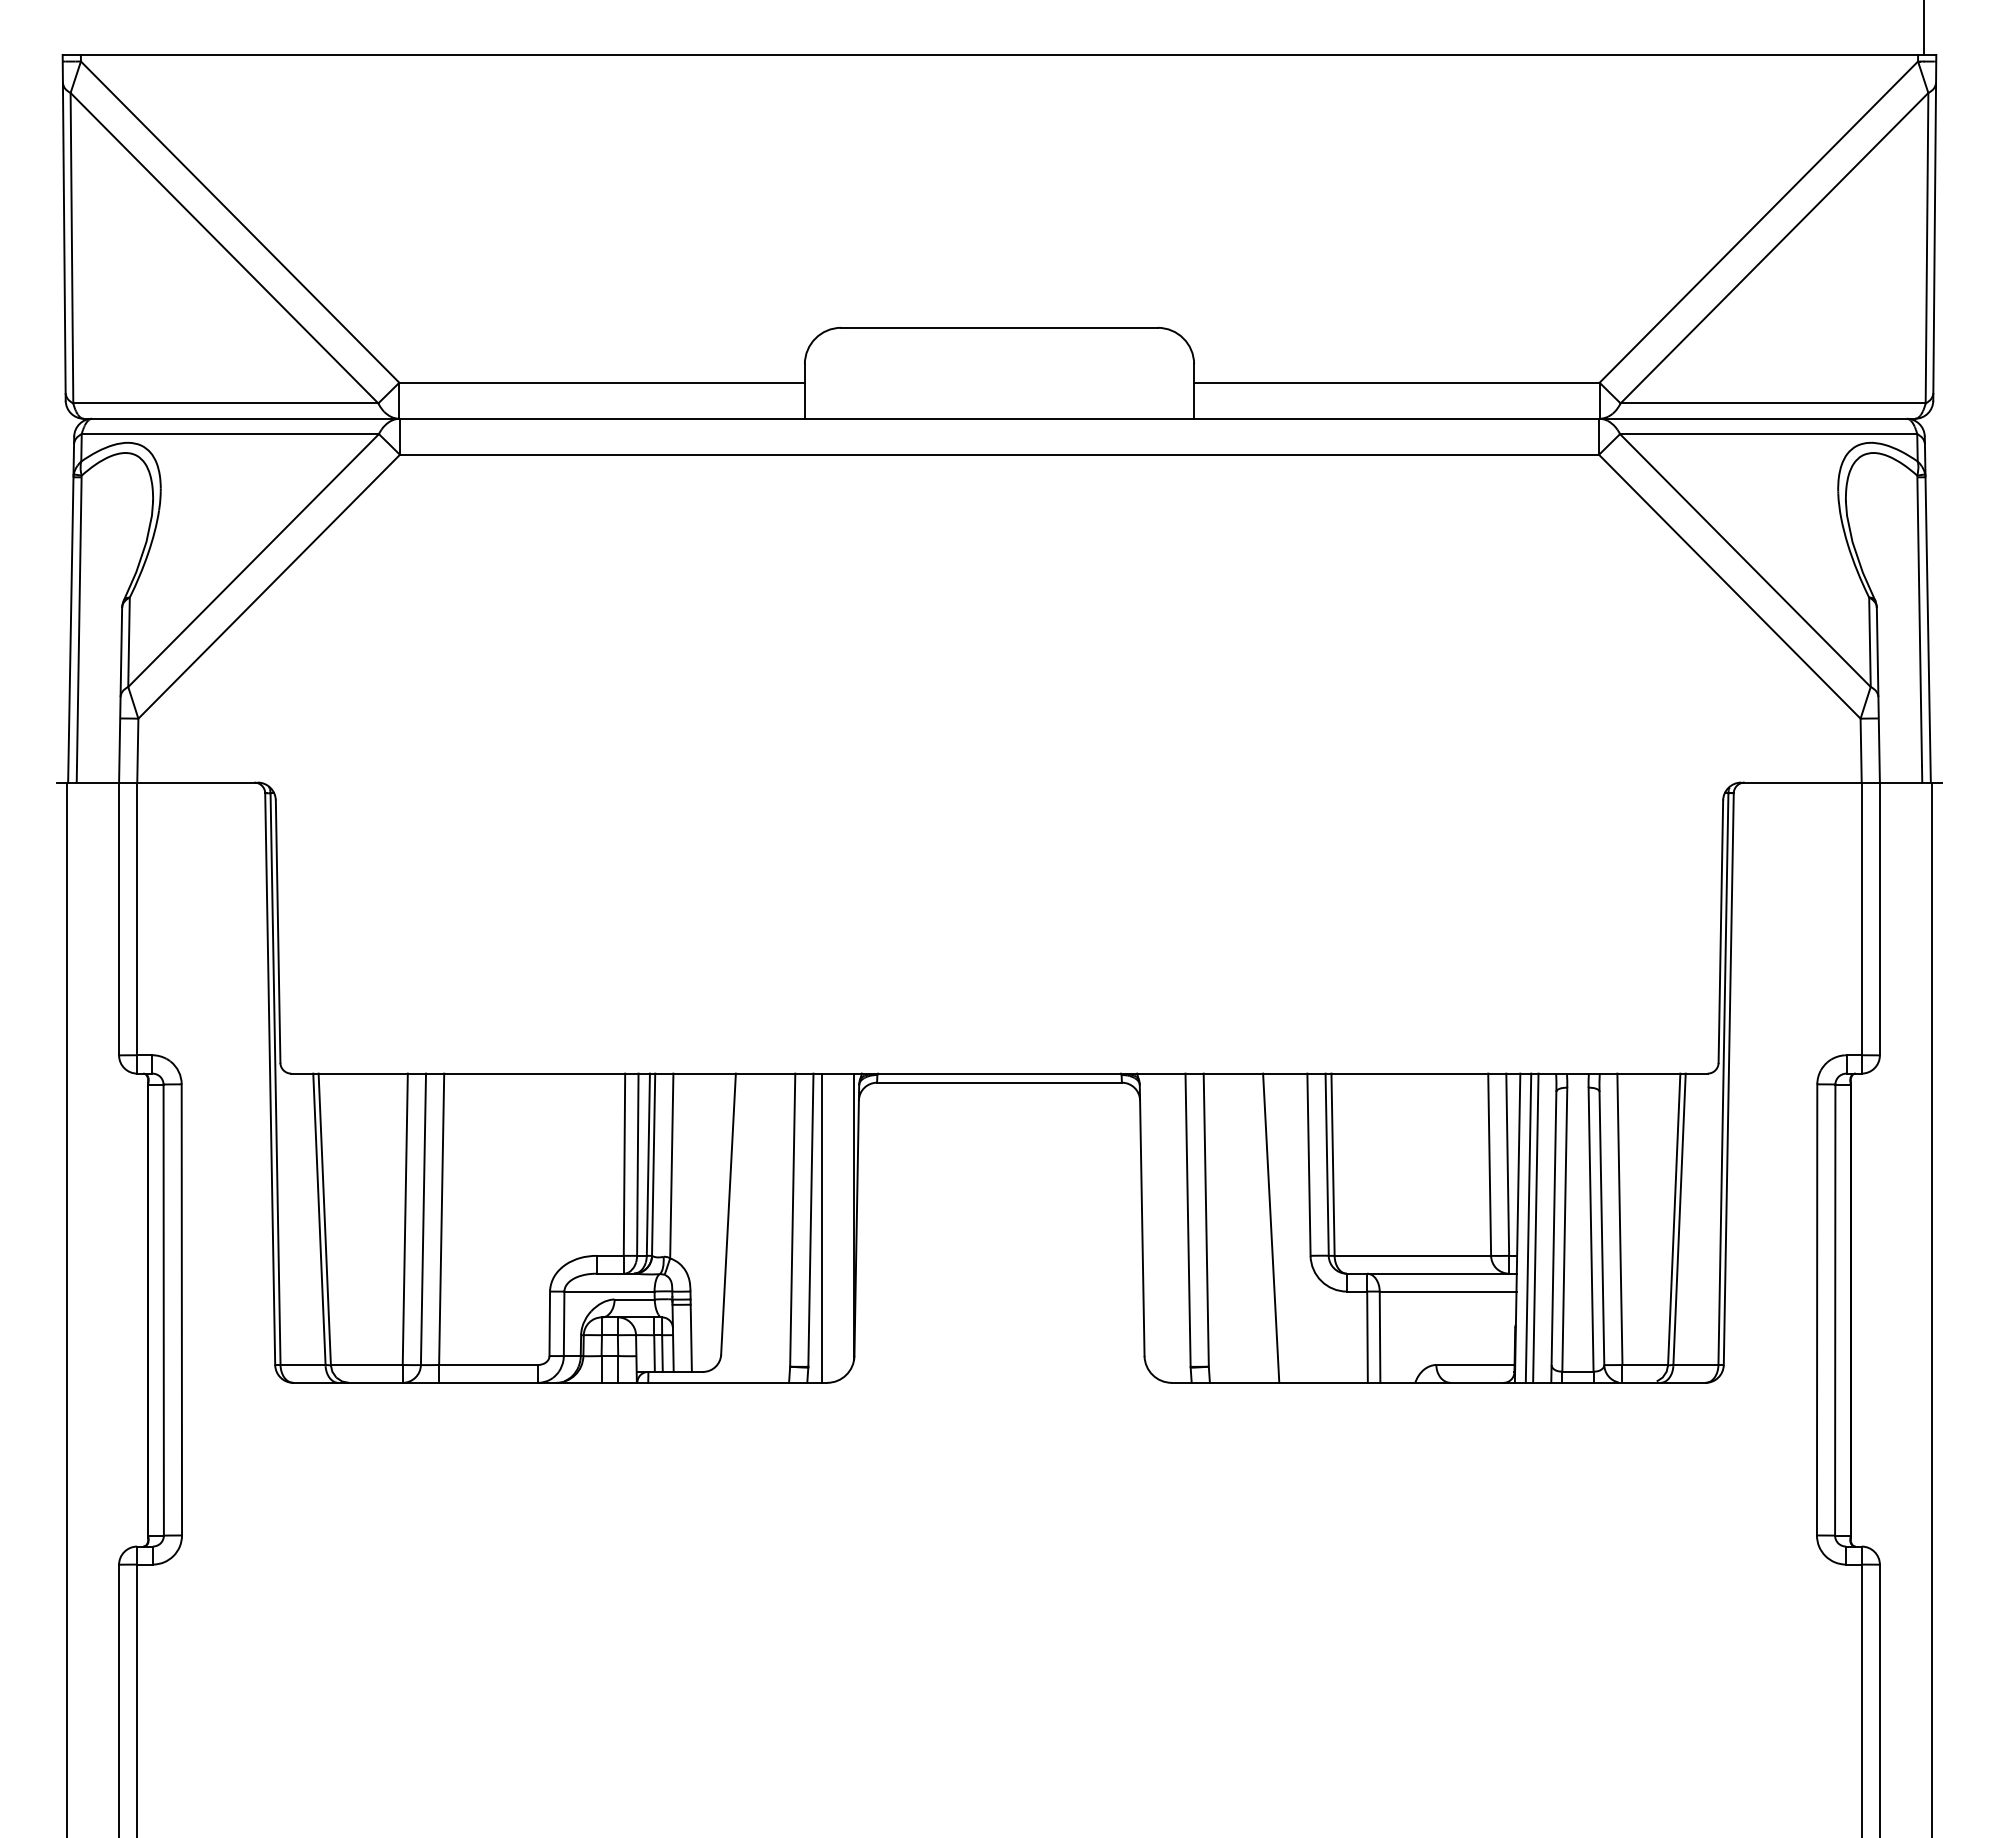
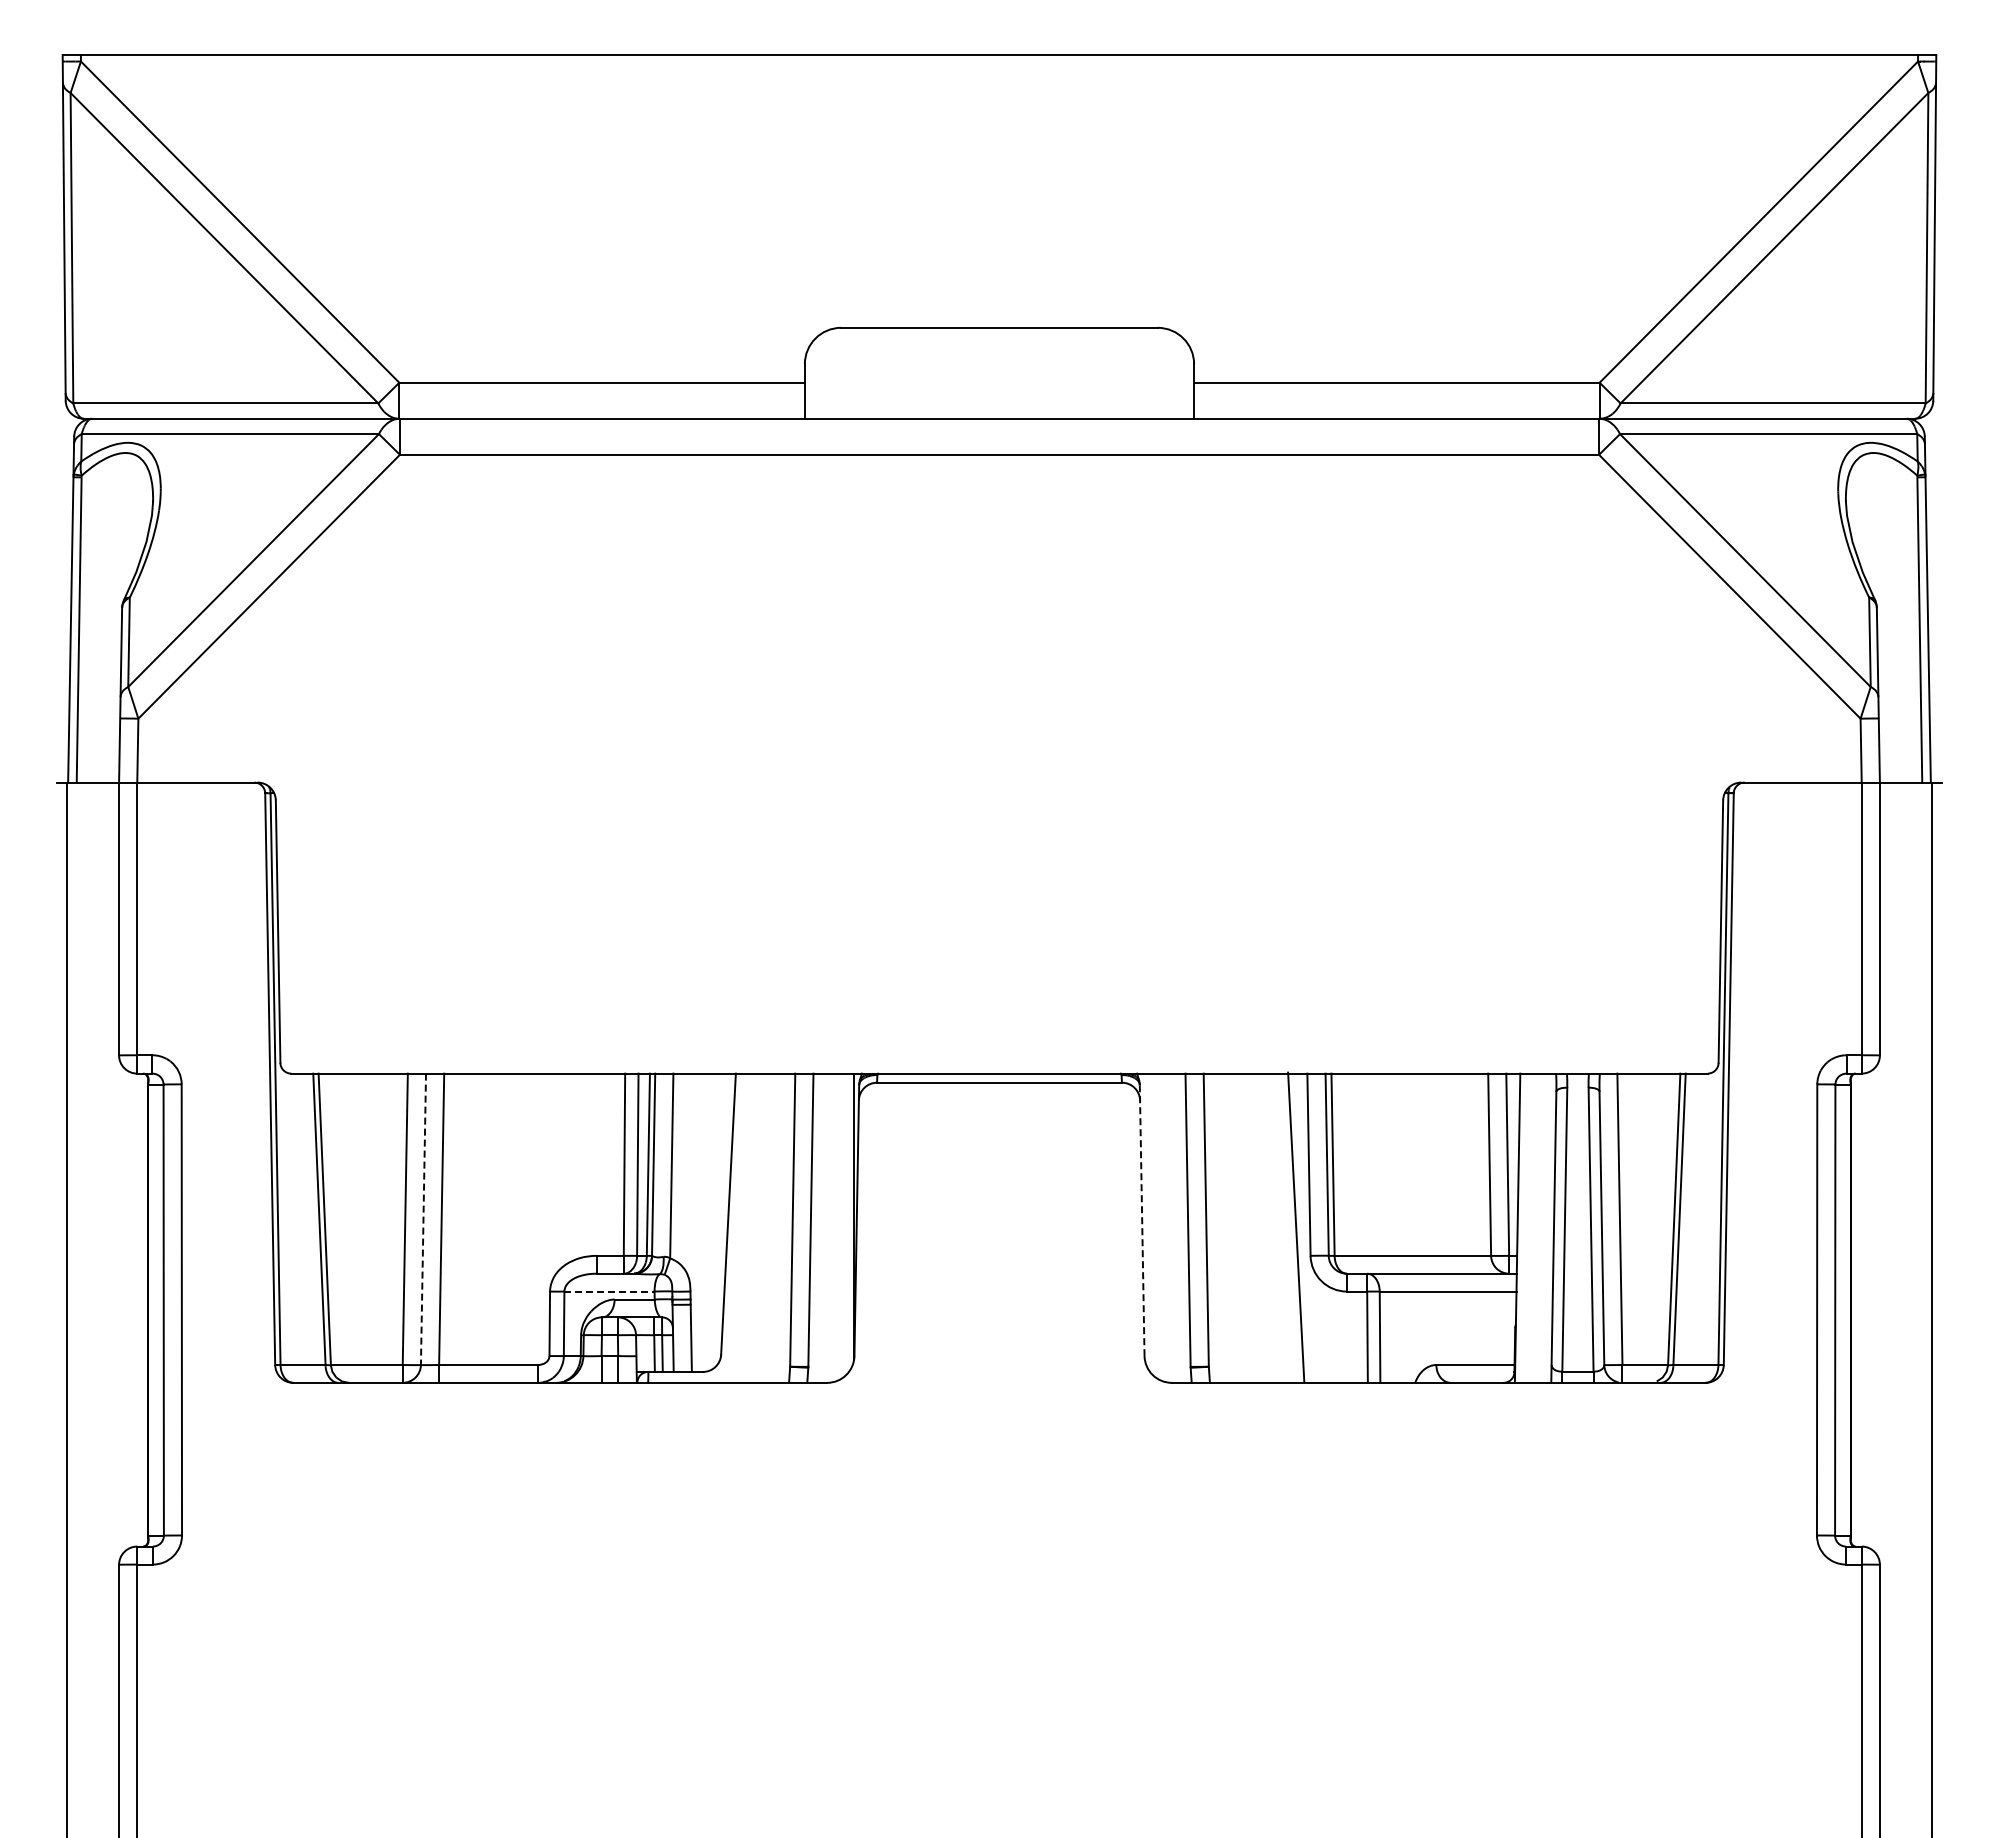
line at (1923, 28): present -> none
line at (423, 1219): solid -> dashed
line at (1142, 1221): solid -> dashed
line at (821, 1227): present -> none
line at (1271, 1227) position: (1271, 1227) -> (1296, 1226)
line at (1528, 1227): present -> none
line at (1535, 1227): present -> none
line at (609, 1291): solid -> dashed
